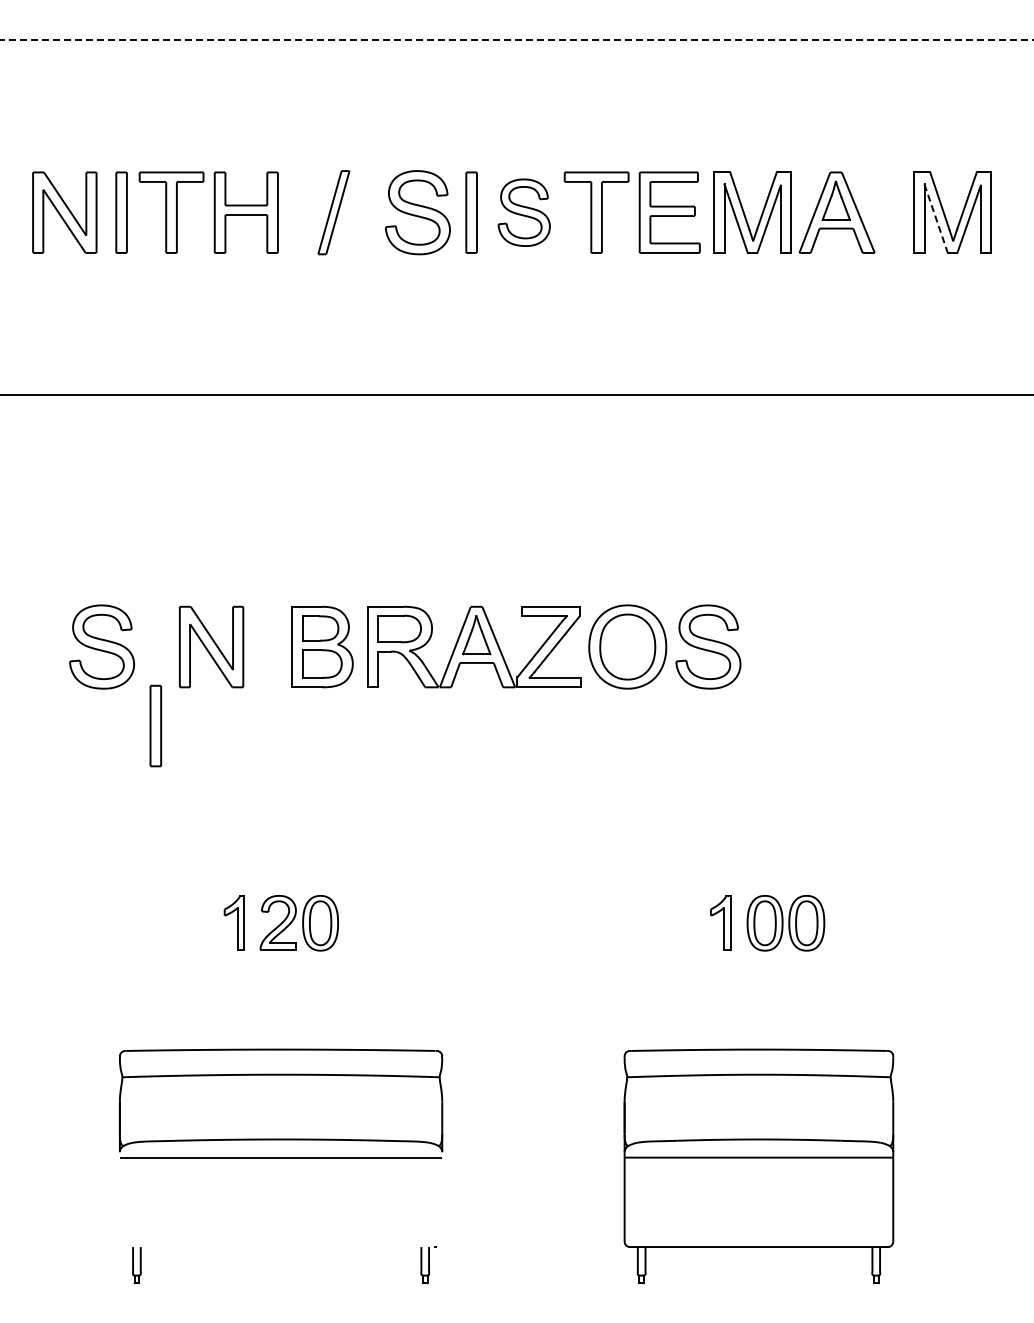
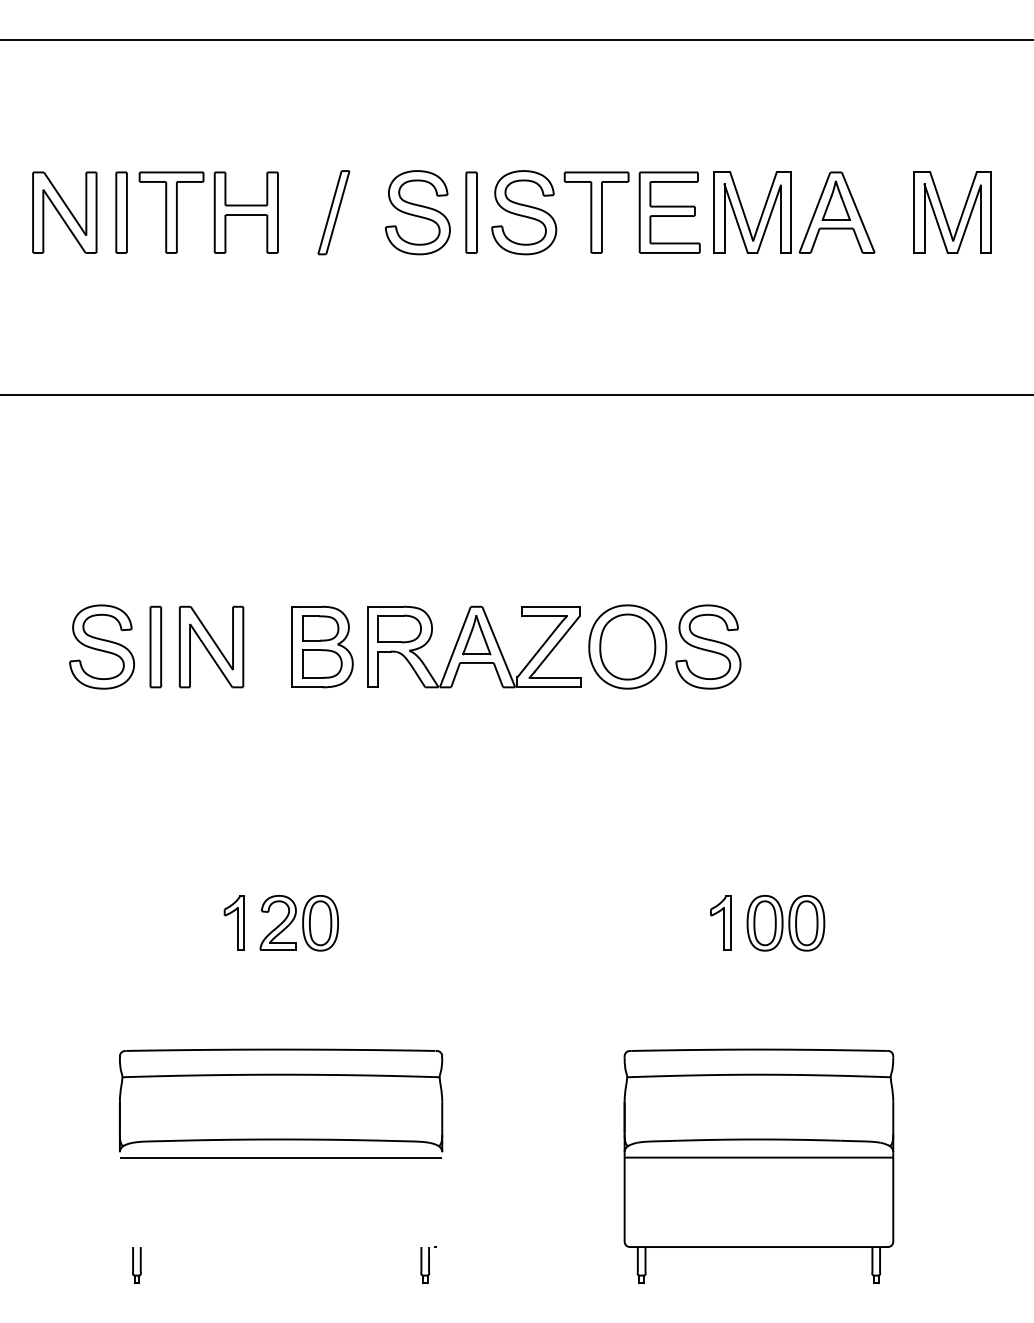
line at (517, 39): dashed -> solid
part at (523, 212) size: 54x69 px -> 67x86 px
line at (936, 219): dashed -> solid
part at (155, 725) position: (155, 725) -> (155, 646)
